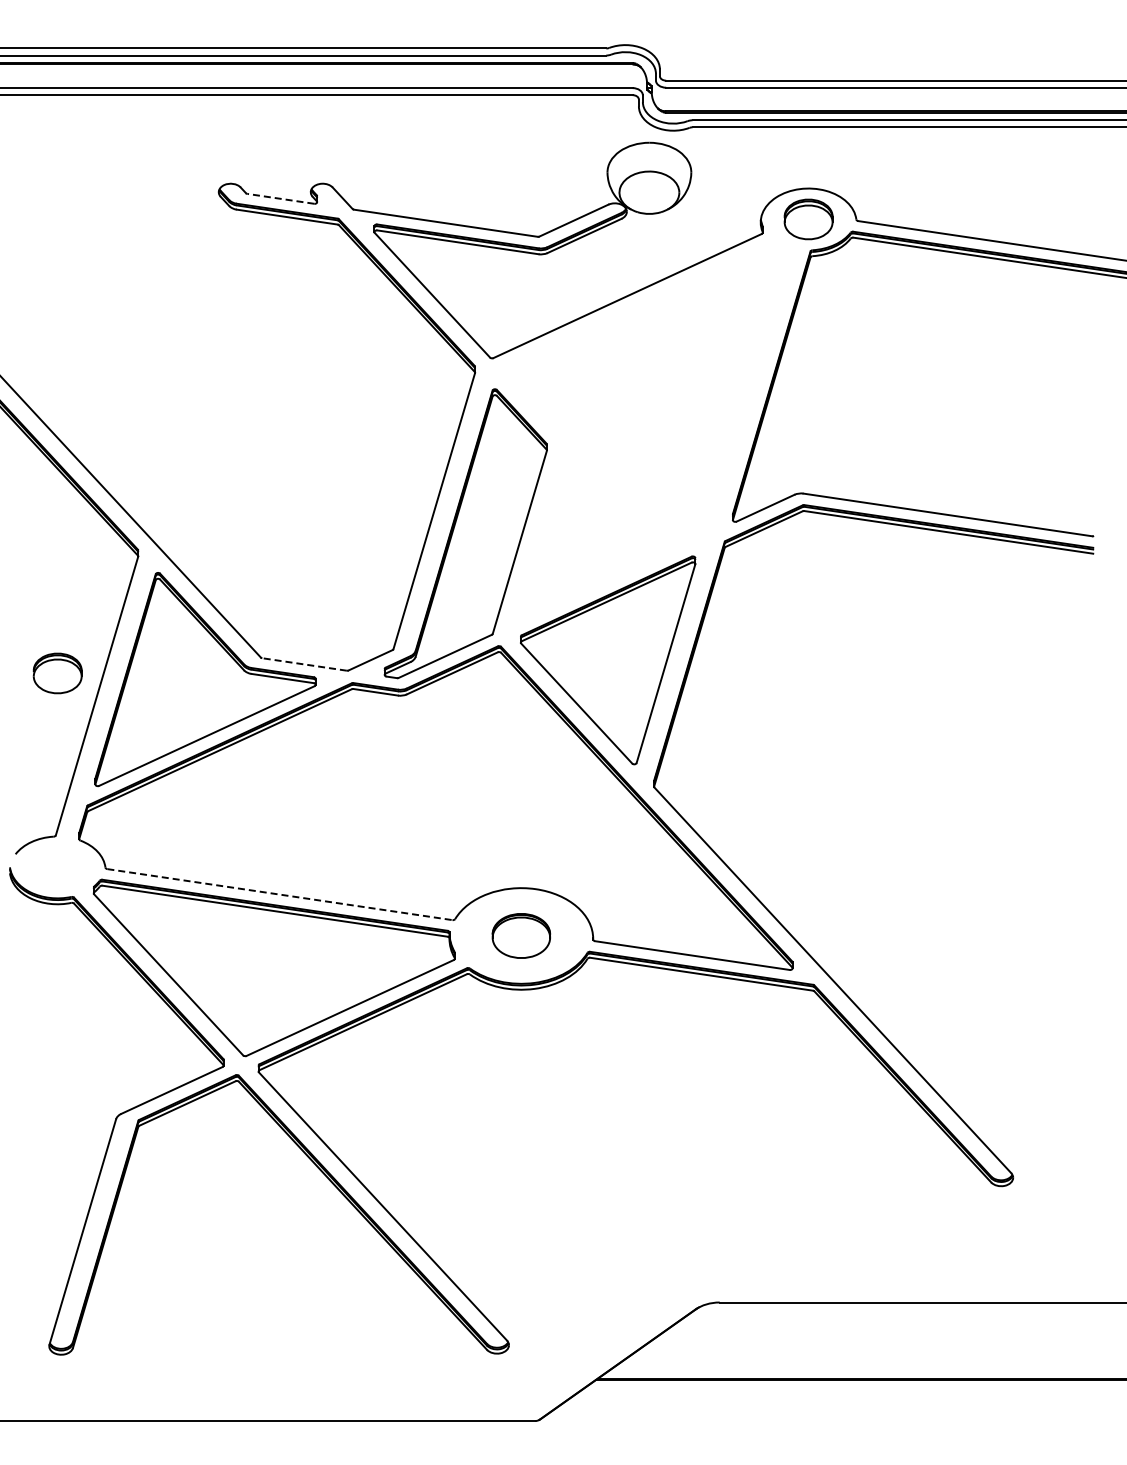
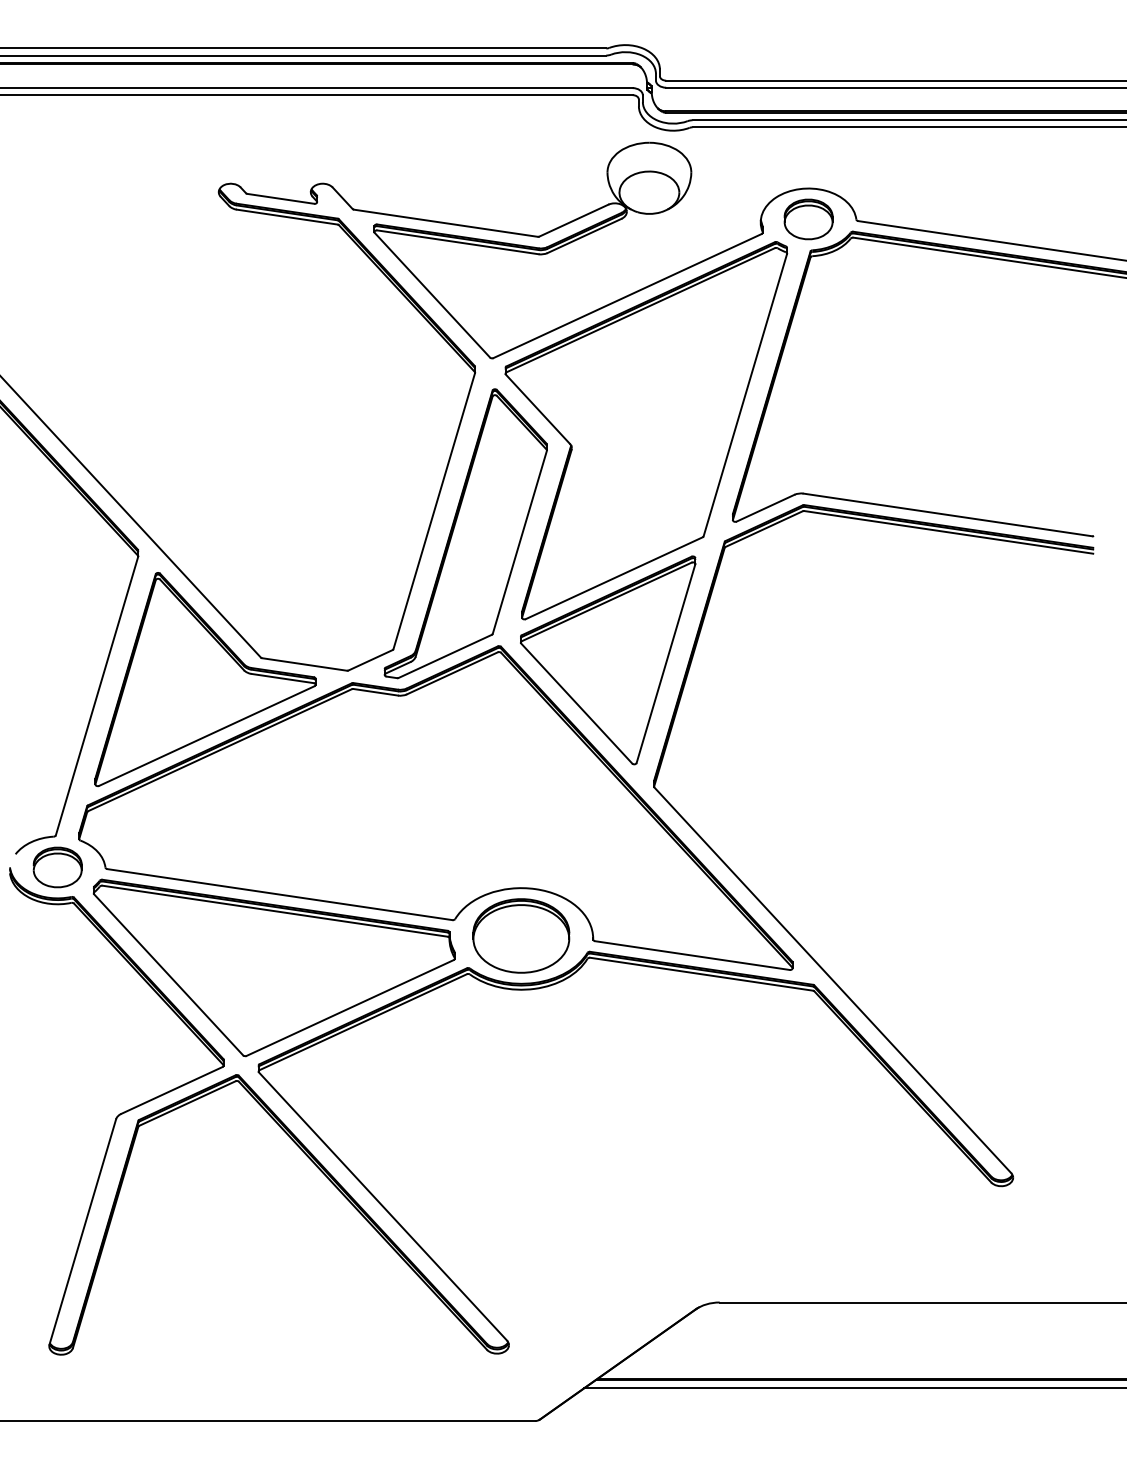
line at (280, 198): dashed -> solid
part at (646, 430): none -> present
line at (304, 664): dashed -> solid
part at (57, 673) position: (57, 673) -> (57, 867)
line at (280, 894): dashed -> solid
part at (521, 935) size: 61x46 px -> 99x76 px
line at (853, 1388): none -> present
